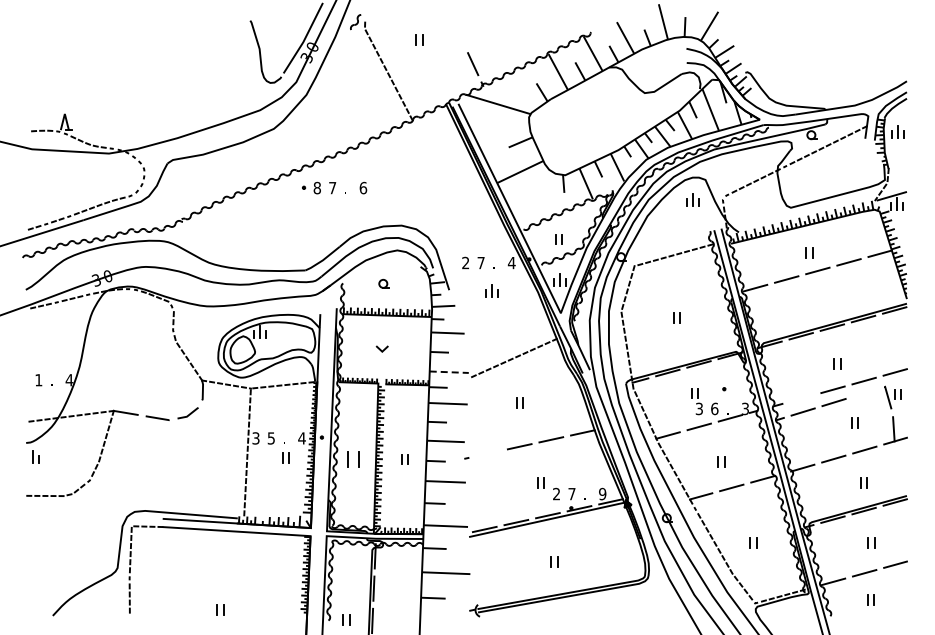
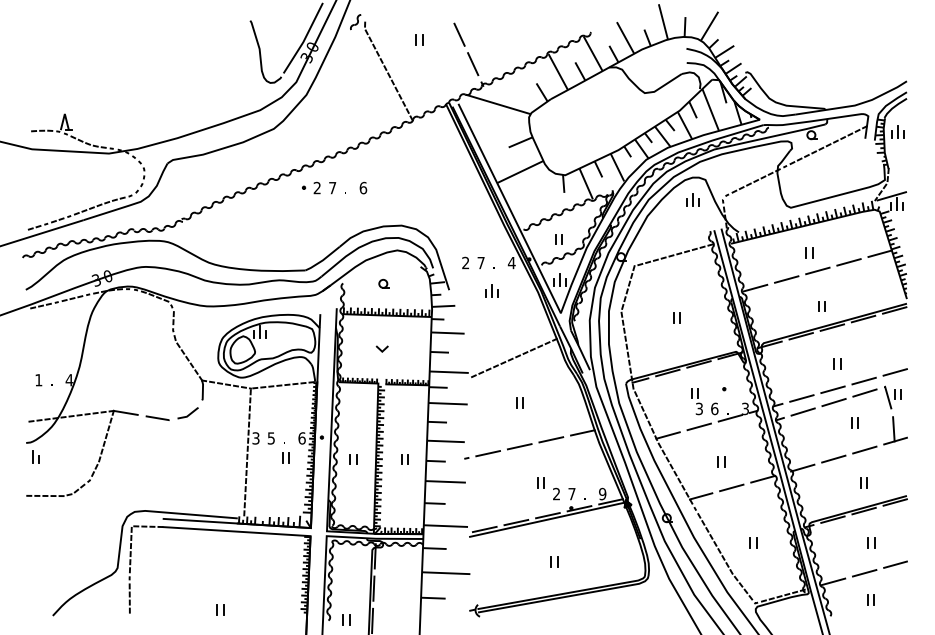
line at (459, 34): none -> present
text at (316, 188): 8 -> 2
part at (821, 306): none -> present
line at (449, 372): dashed -> solid
line at (864, 392): none -> present
line at (801, 398): none -> present
text at (301, 438): 4 -> 6
line at (488, 453): none -> present
part at (353, 459) size: 13x17 px -> 9x11 px
